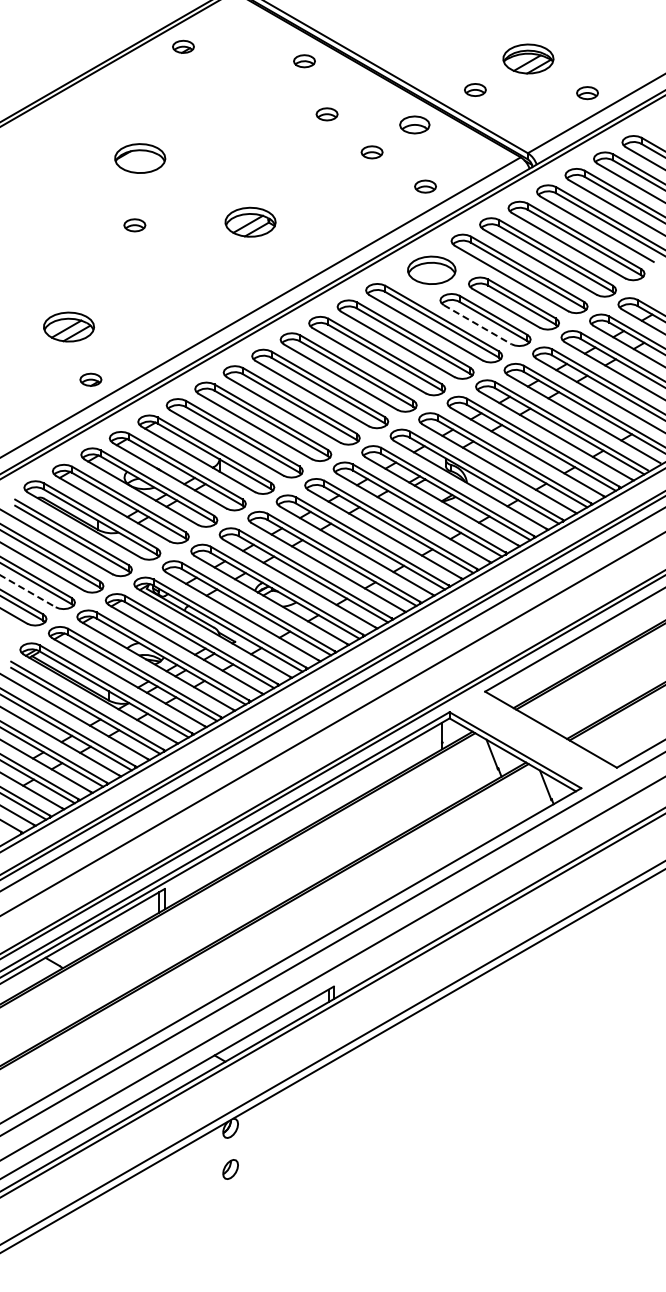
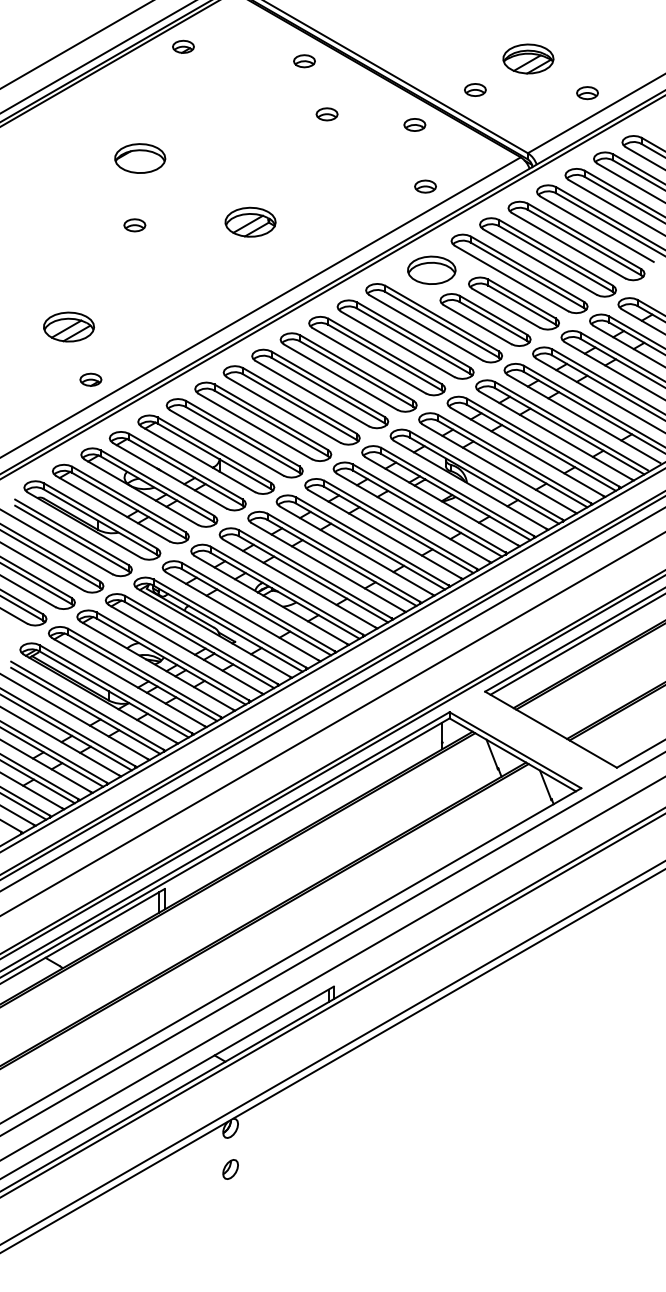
line at (76, 44): none -> present
line at (97, 57): none -> present
part at (414, 124) size: 32x20 px -> 24x14 px
part at (371, 152): present -> none
line at (477, 324): dashed -> solid
line at (28, 591): dashed -> solid
line at (576, 644): none -> present
